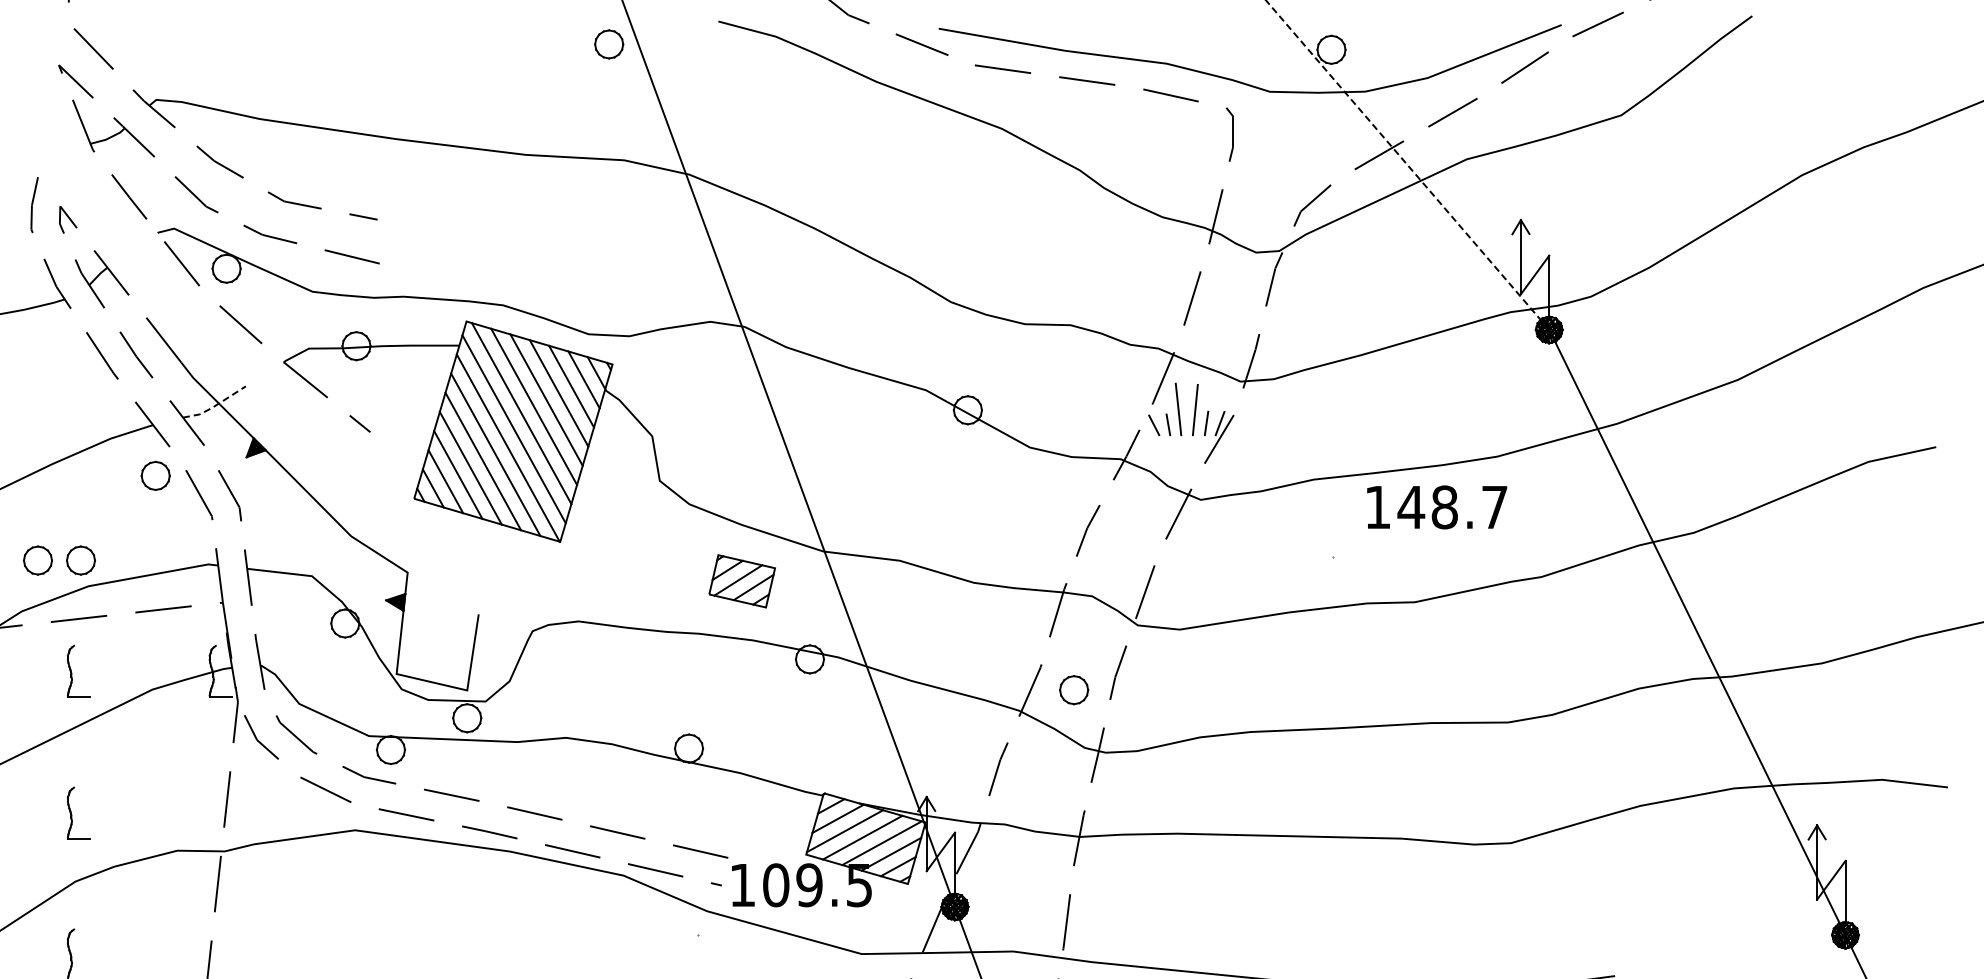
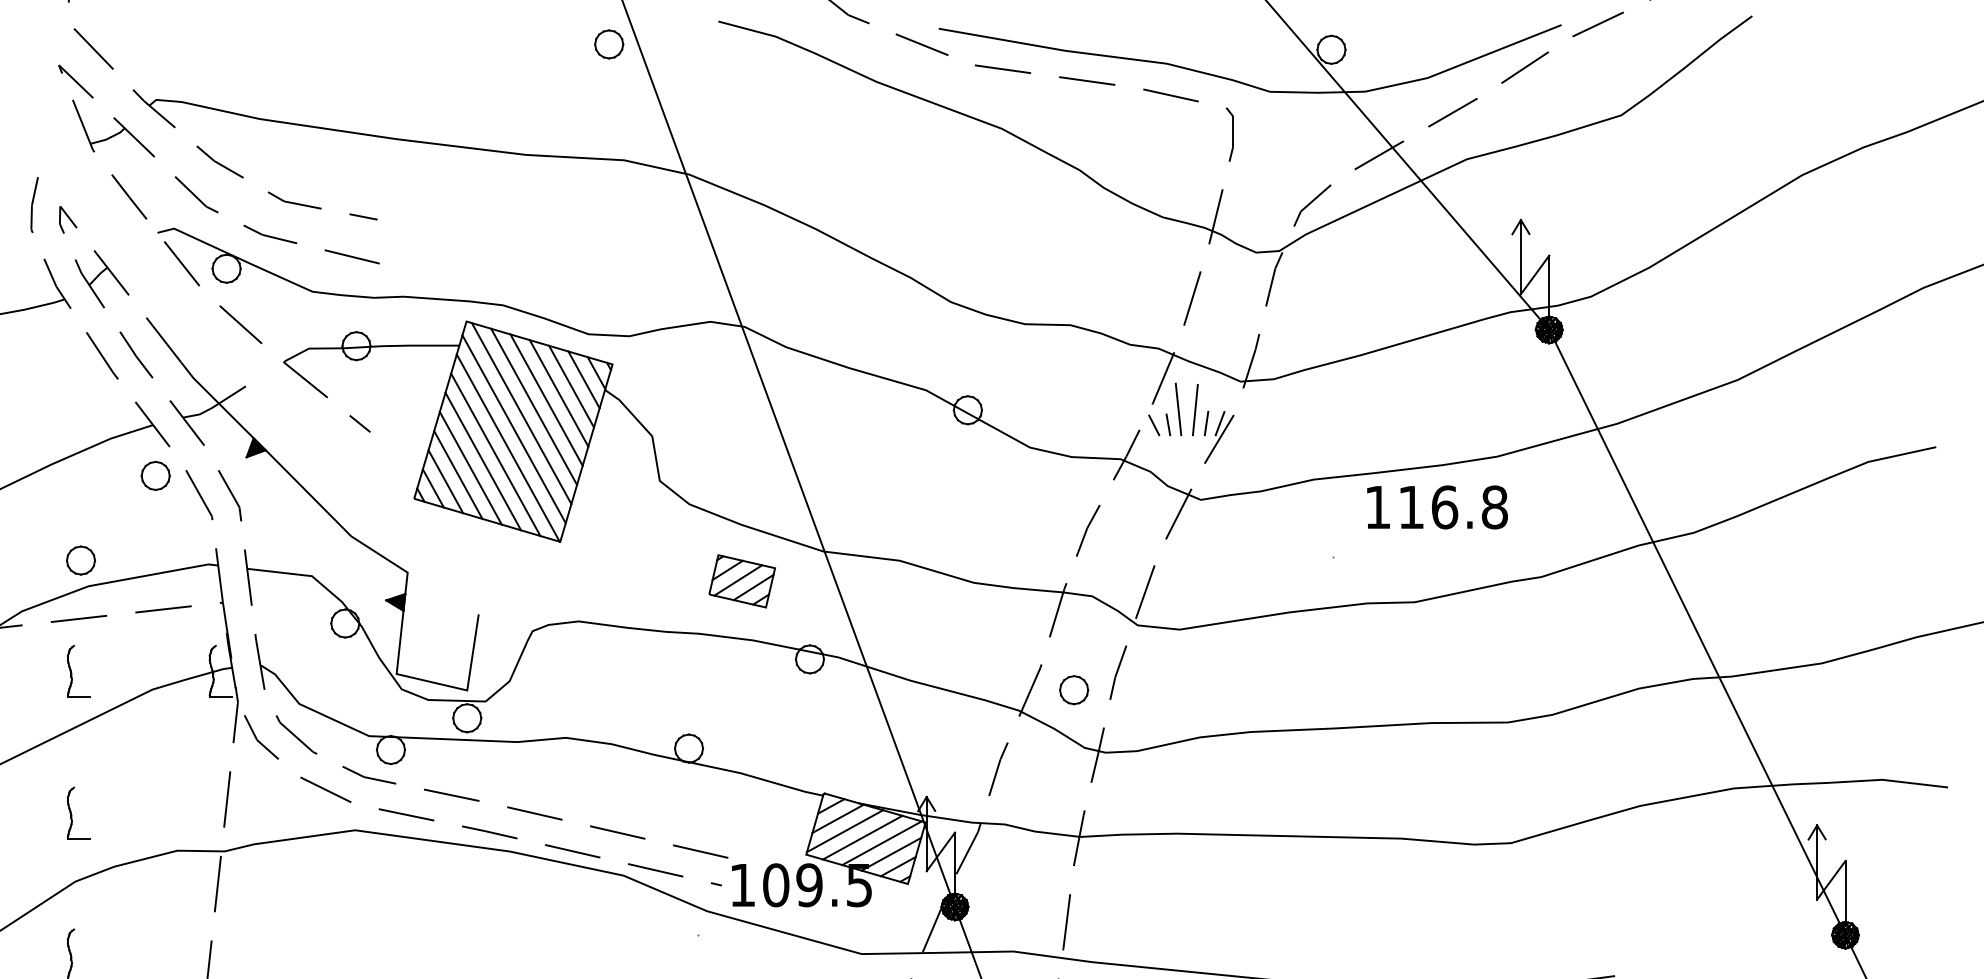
line at (1407, 164): dashed -> solid
line at (215, 405): dashed -> solid
text at (1452, 507): 148.7 -> 116.8
part at (37, 560): present -> none
